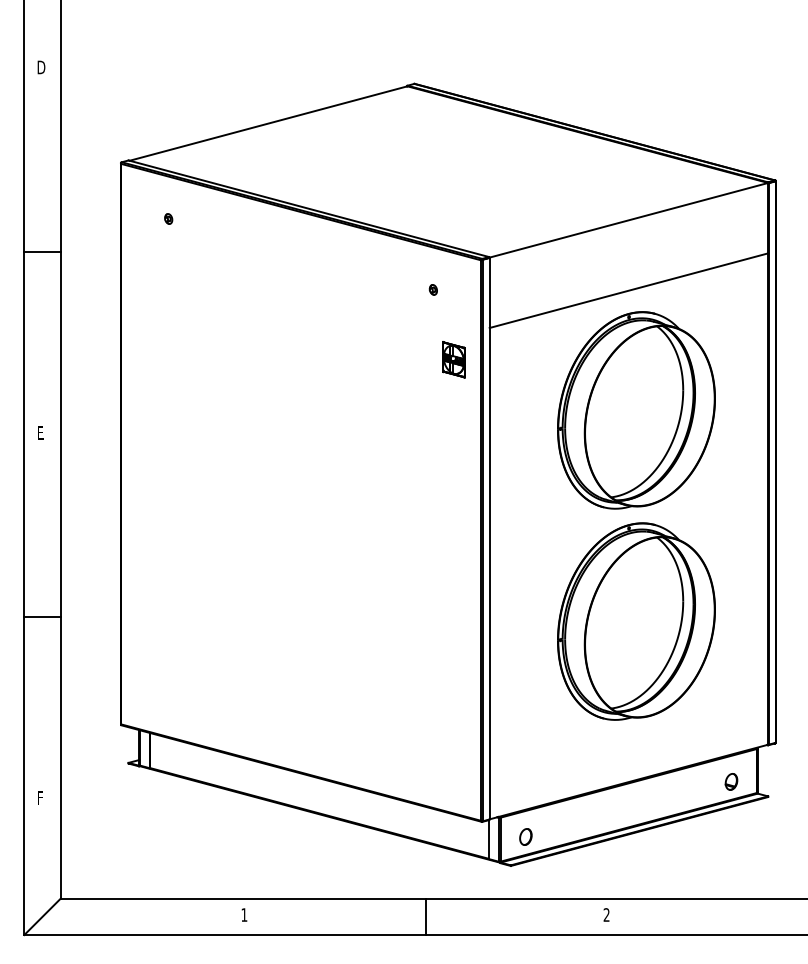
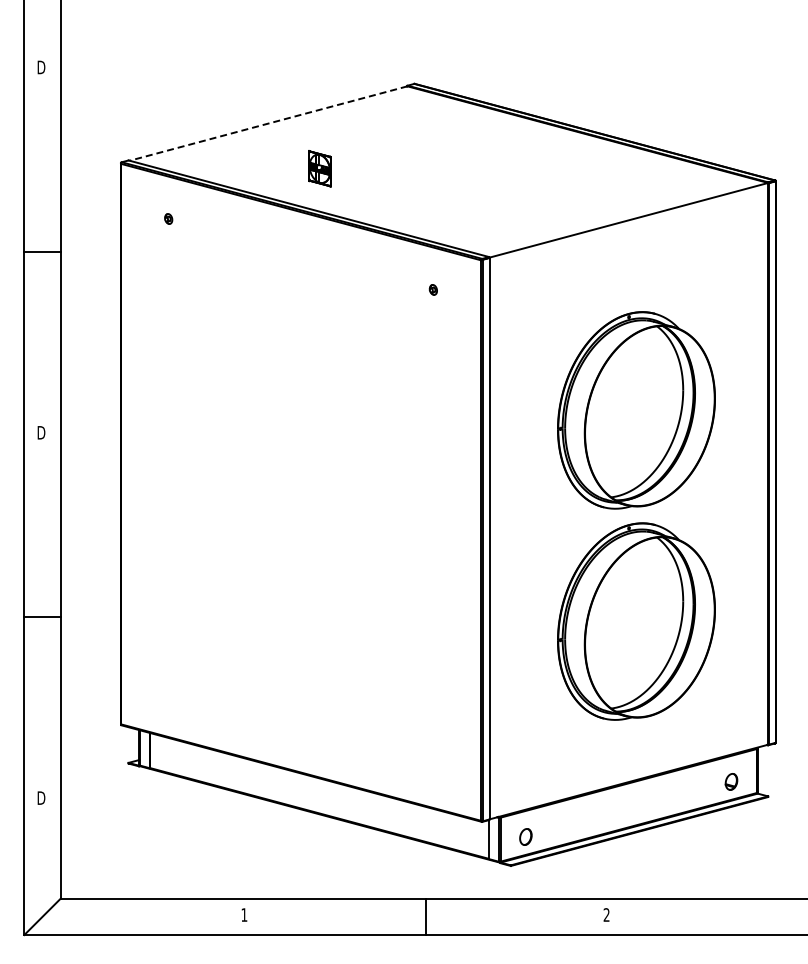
line at (268, 123): solid -> dashed
line at (628, 290): present -> none
part at (453, 359) position: (453, 359) -> (319, 168)
text at (41, 432): E -> D
text at (41, 797): F -> D
